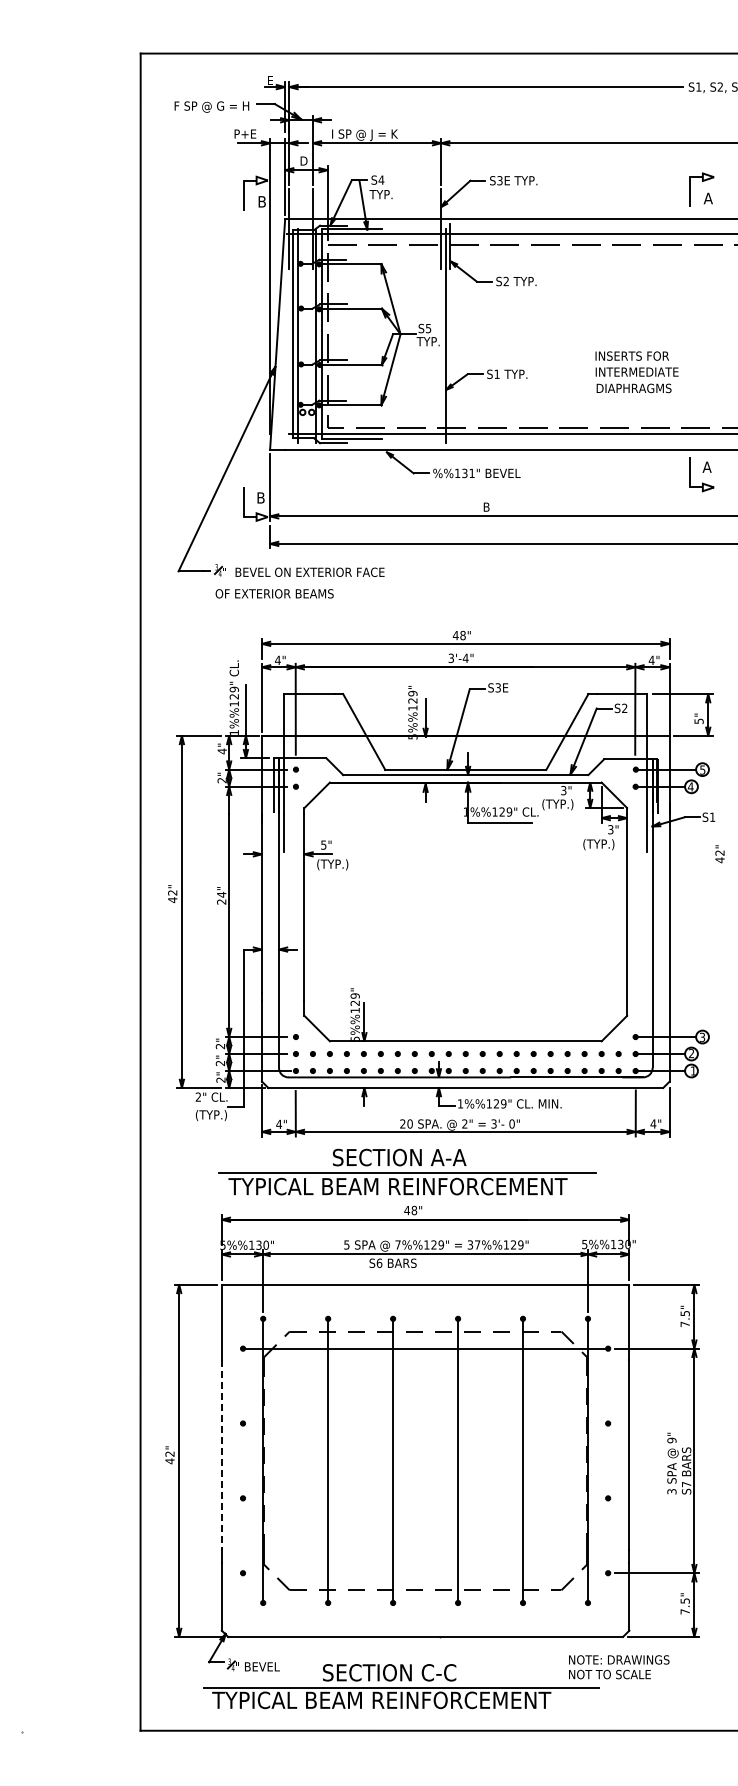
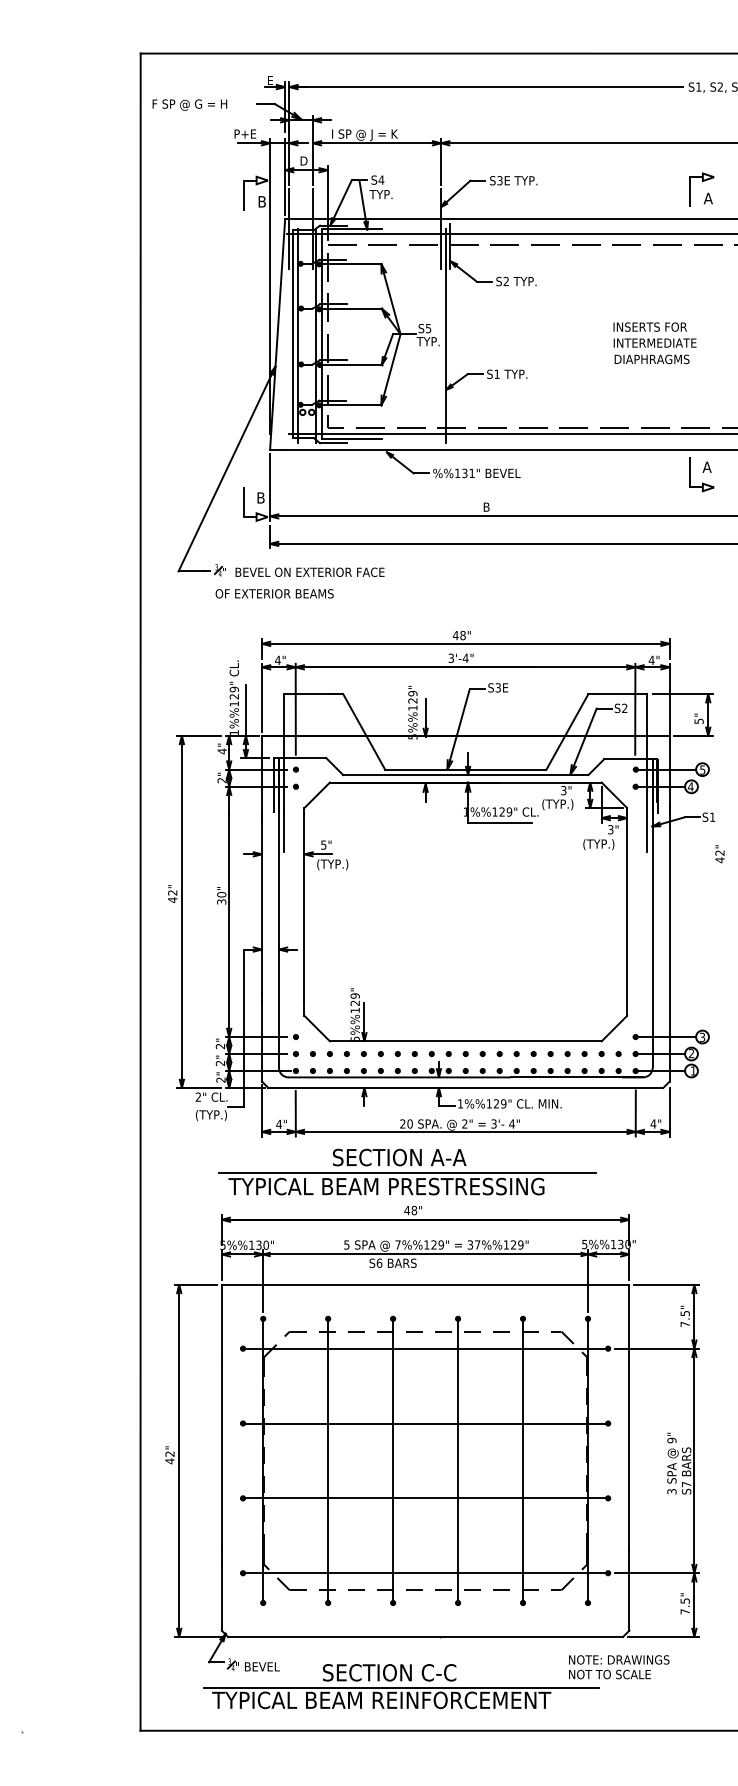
text at (211, 106) position: (211, 106) -> (189, 104)
text at (636, 372) position: (636, 372) -> (654, 343)
text at (221, 897): 24" -> 30"
text at (511, 1123): 0" -> 4"
text at (479, 1186): TYPICAL BEAM REINFORCEMENT -> TYPICAL BEAM PRESTRESSING
line at (425, 1423): none -> present
line at (221, 1455): dashed -> solid
line at (425, 1498): none -> present
line at (425, 1573): none -> present
